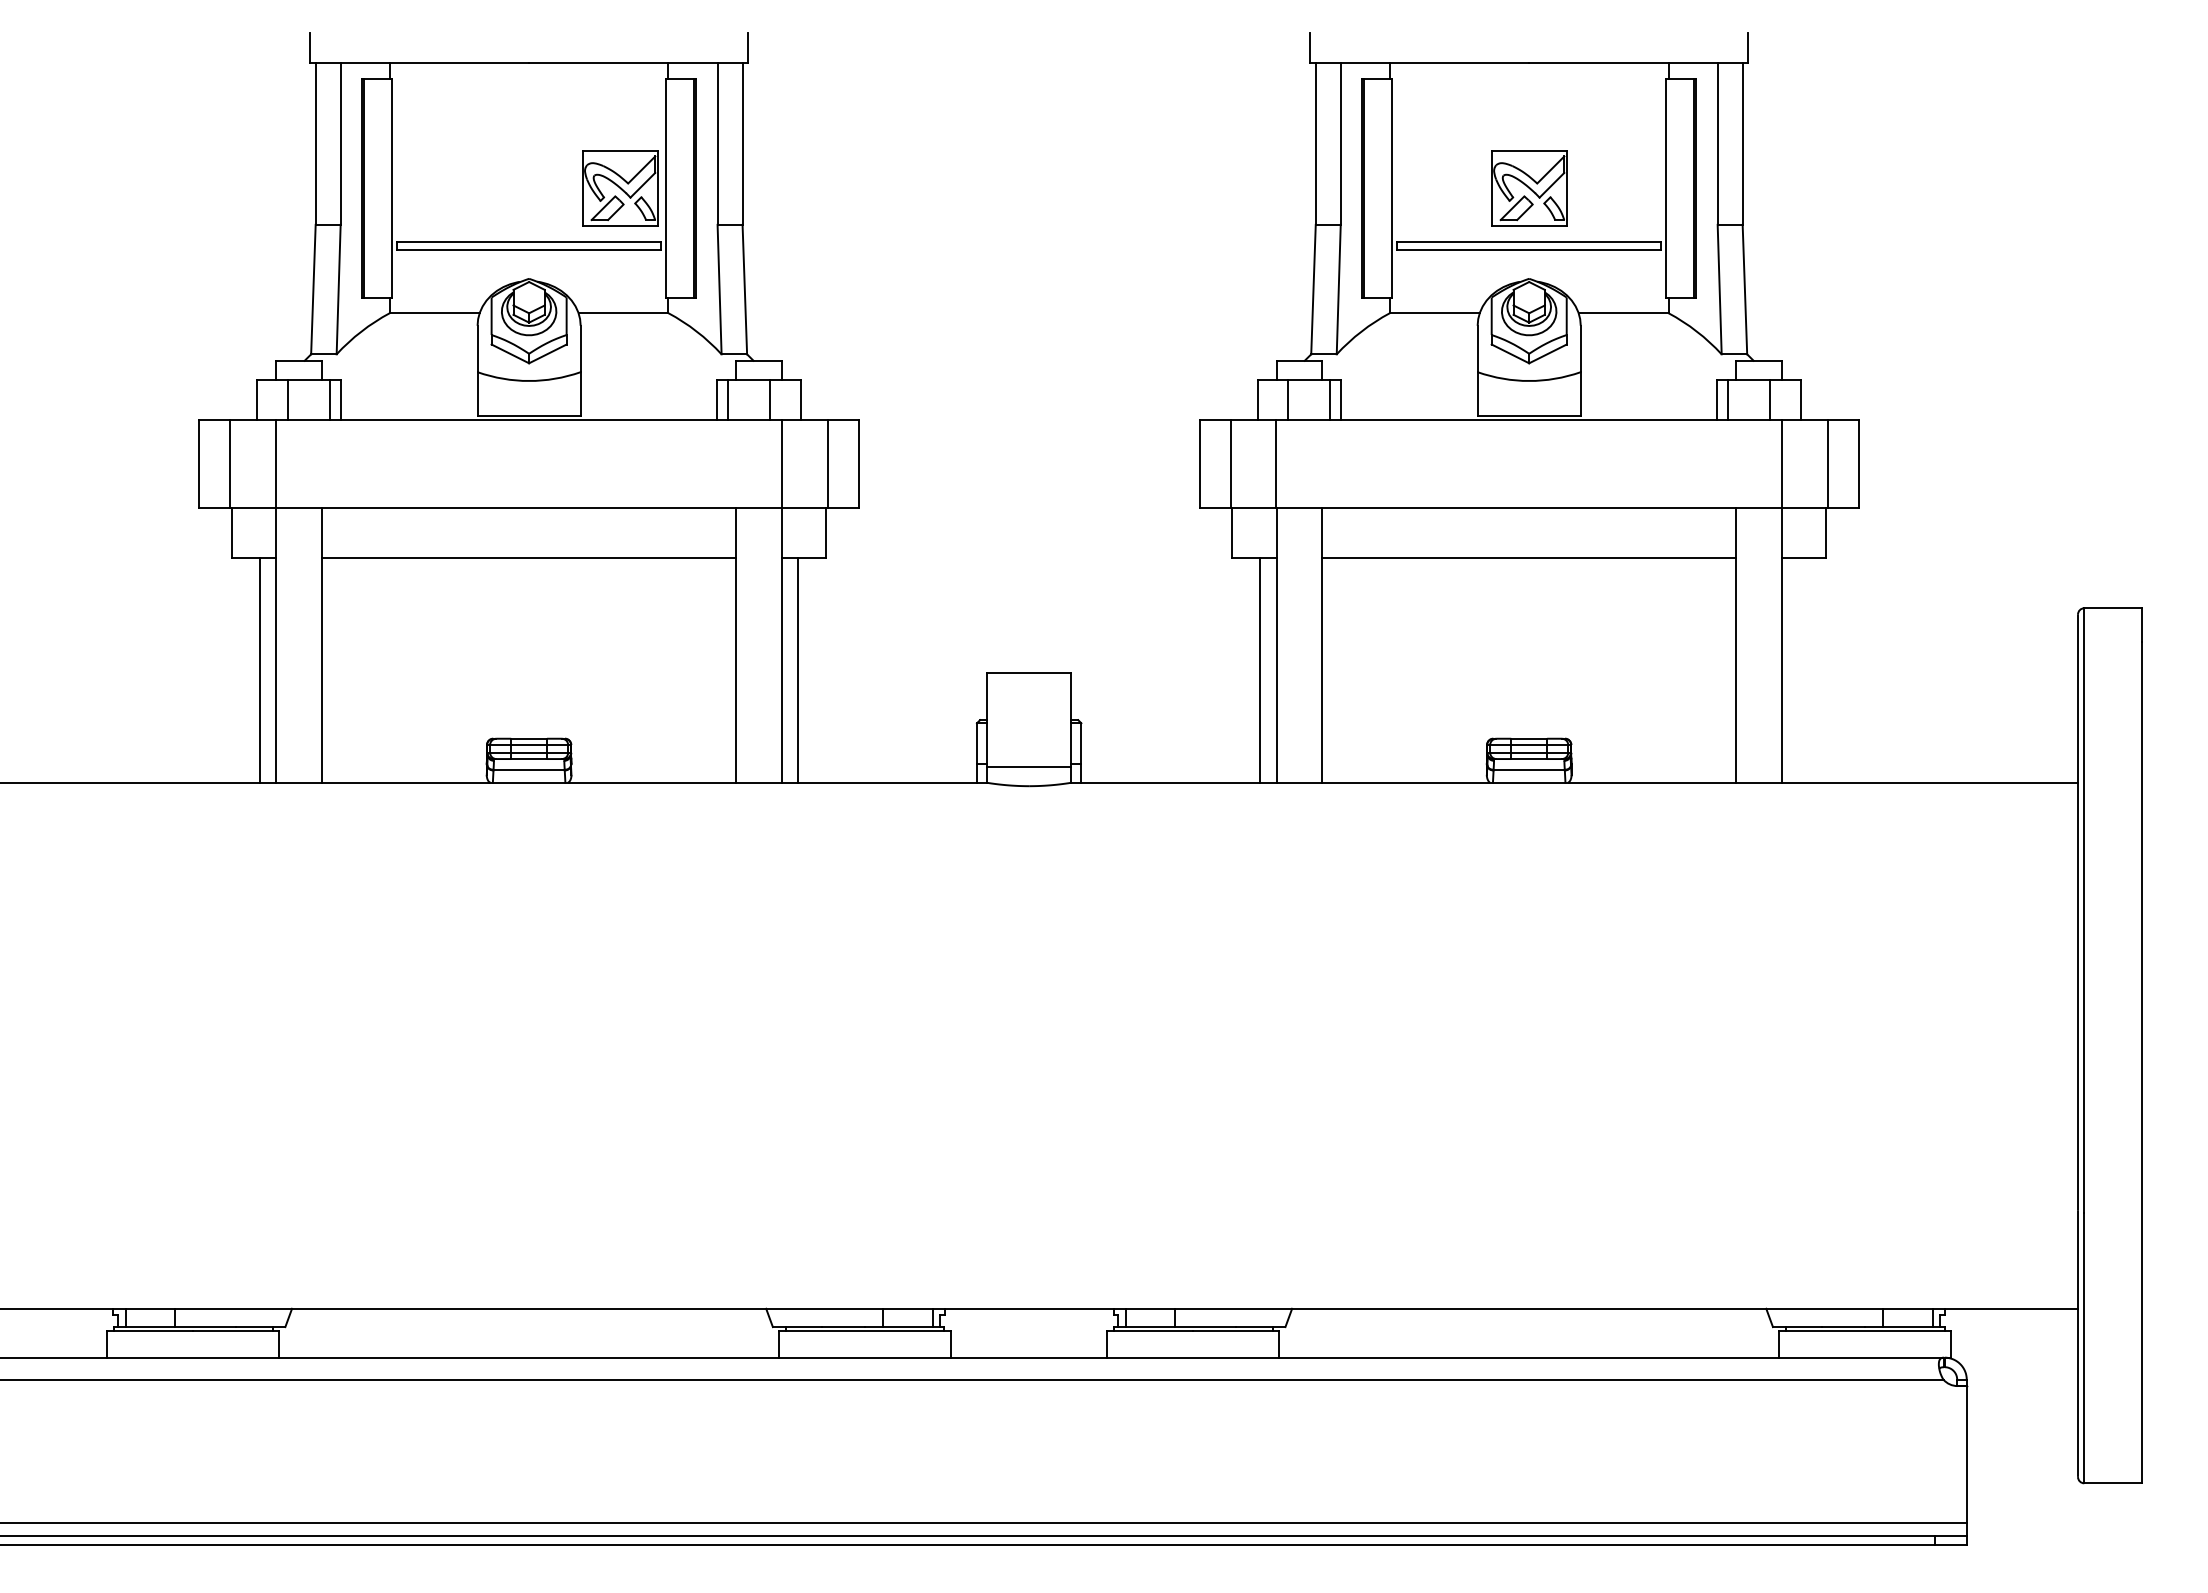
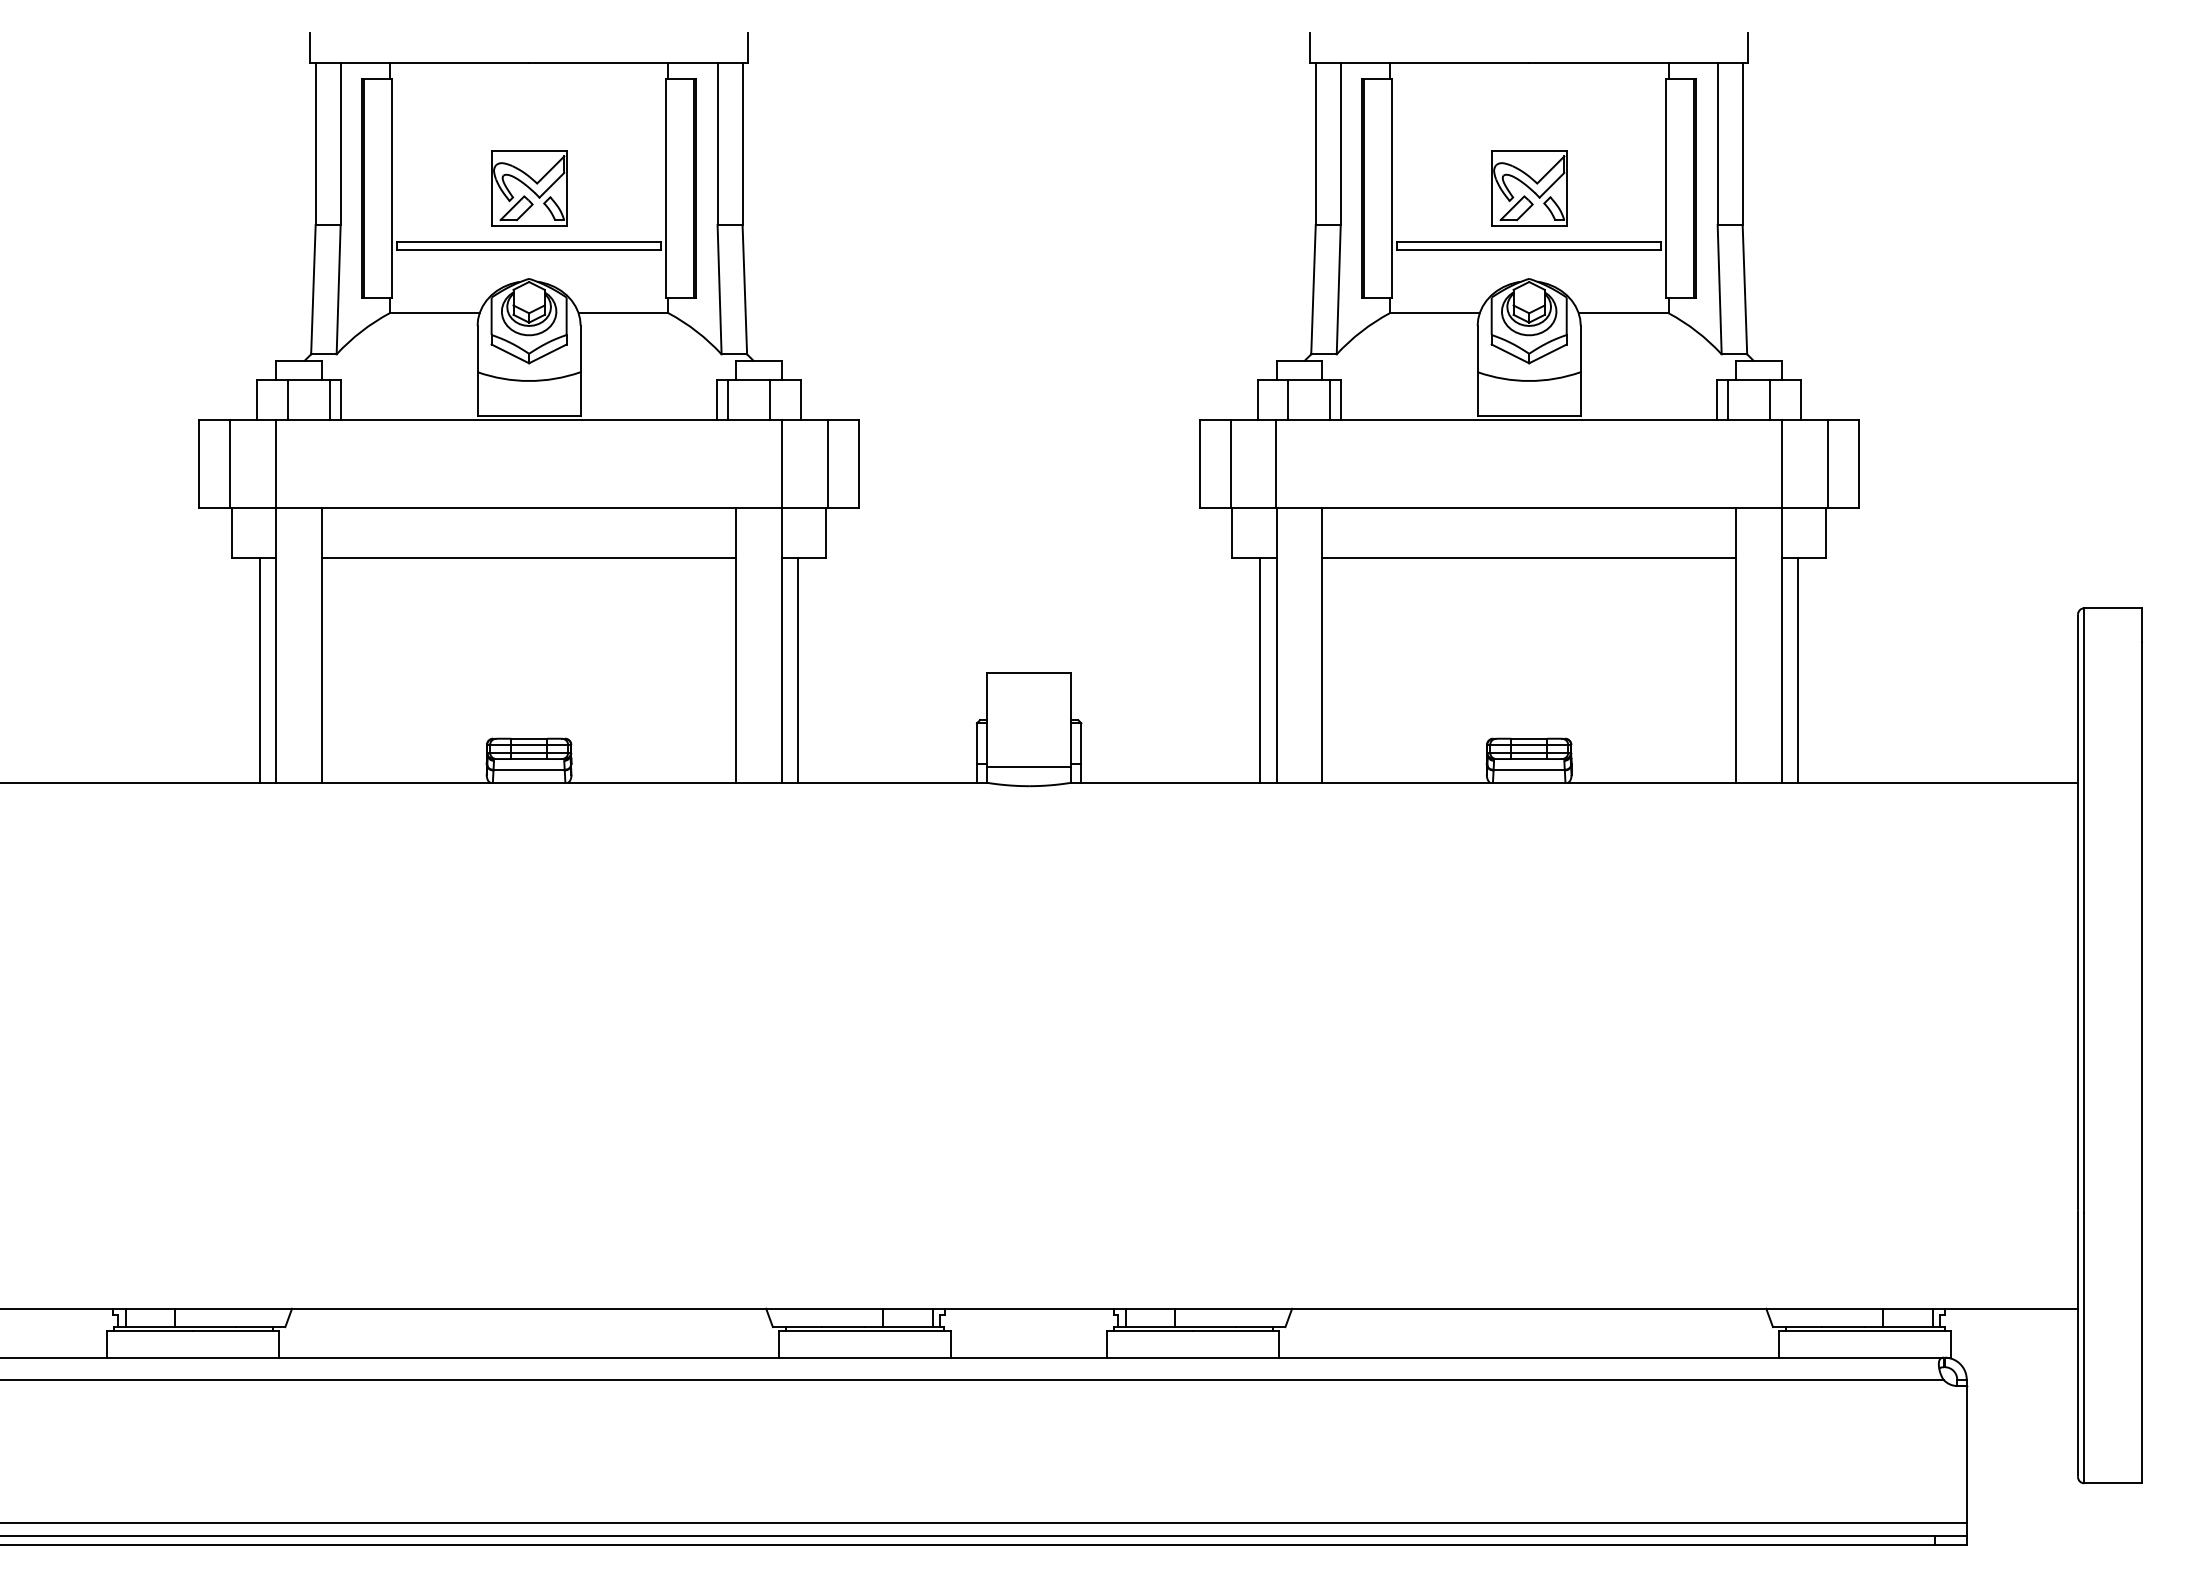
part at (620, 188) position: (620, 188) -> (529, 188)
line at (1797, 669): none -> present
